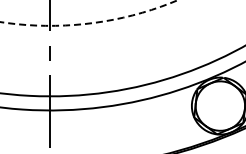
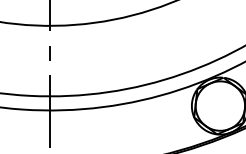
arc at (90, 23): dashed -> solid
